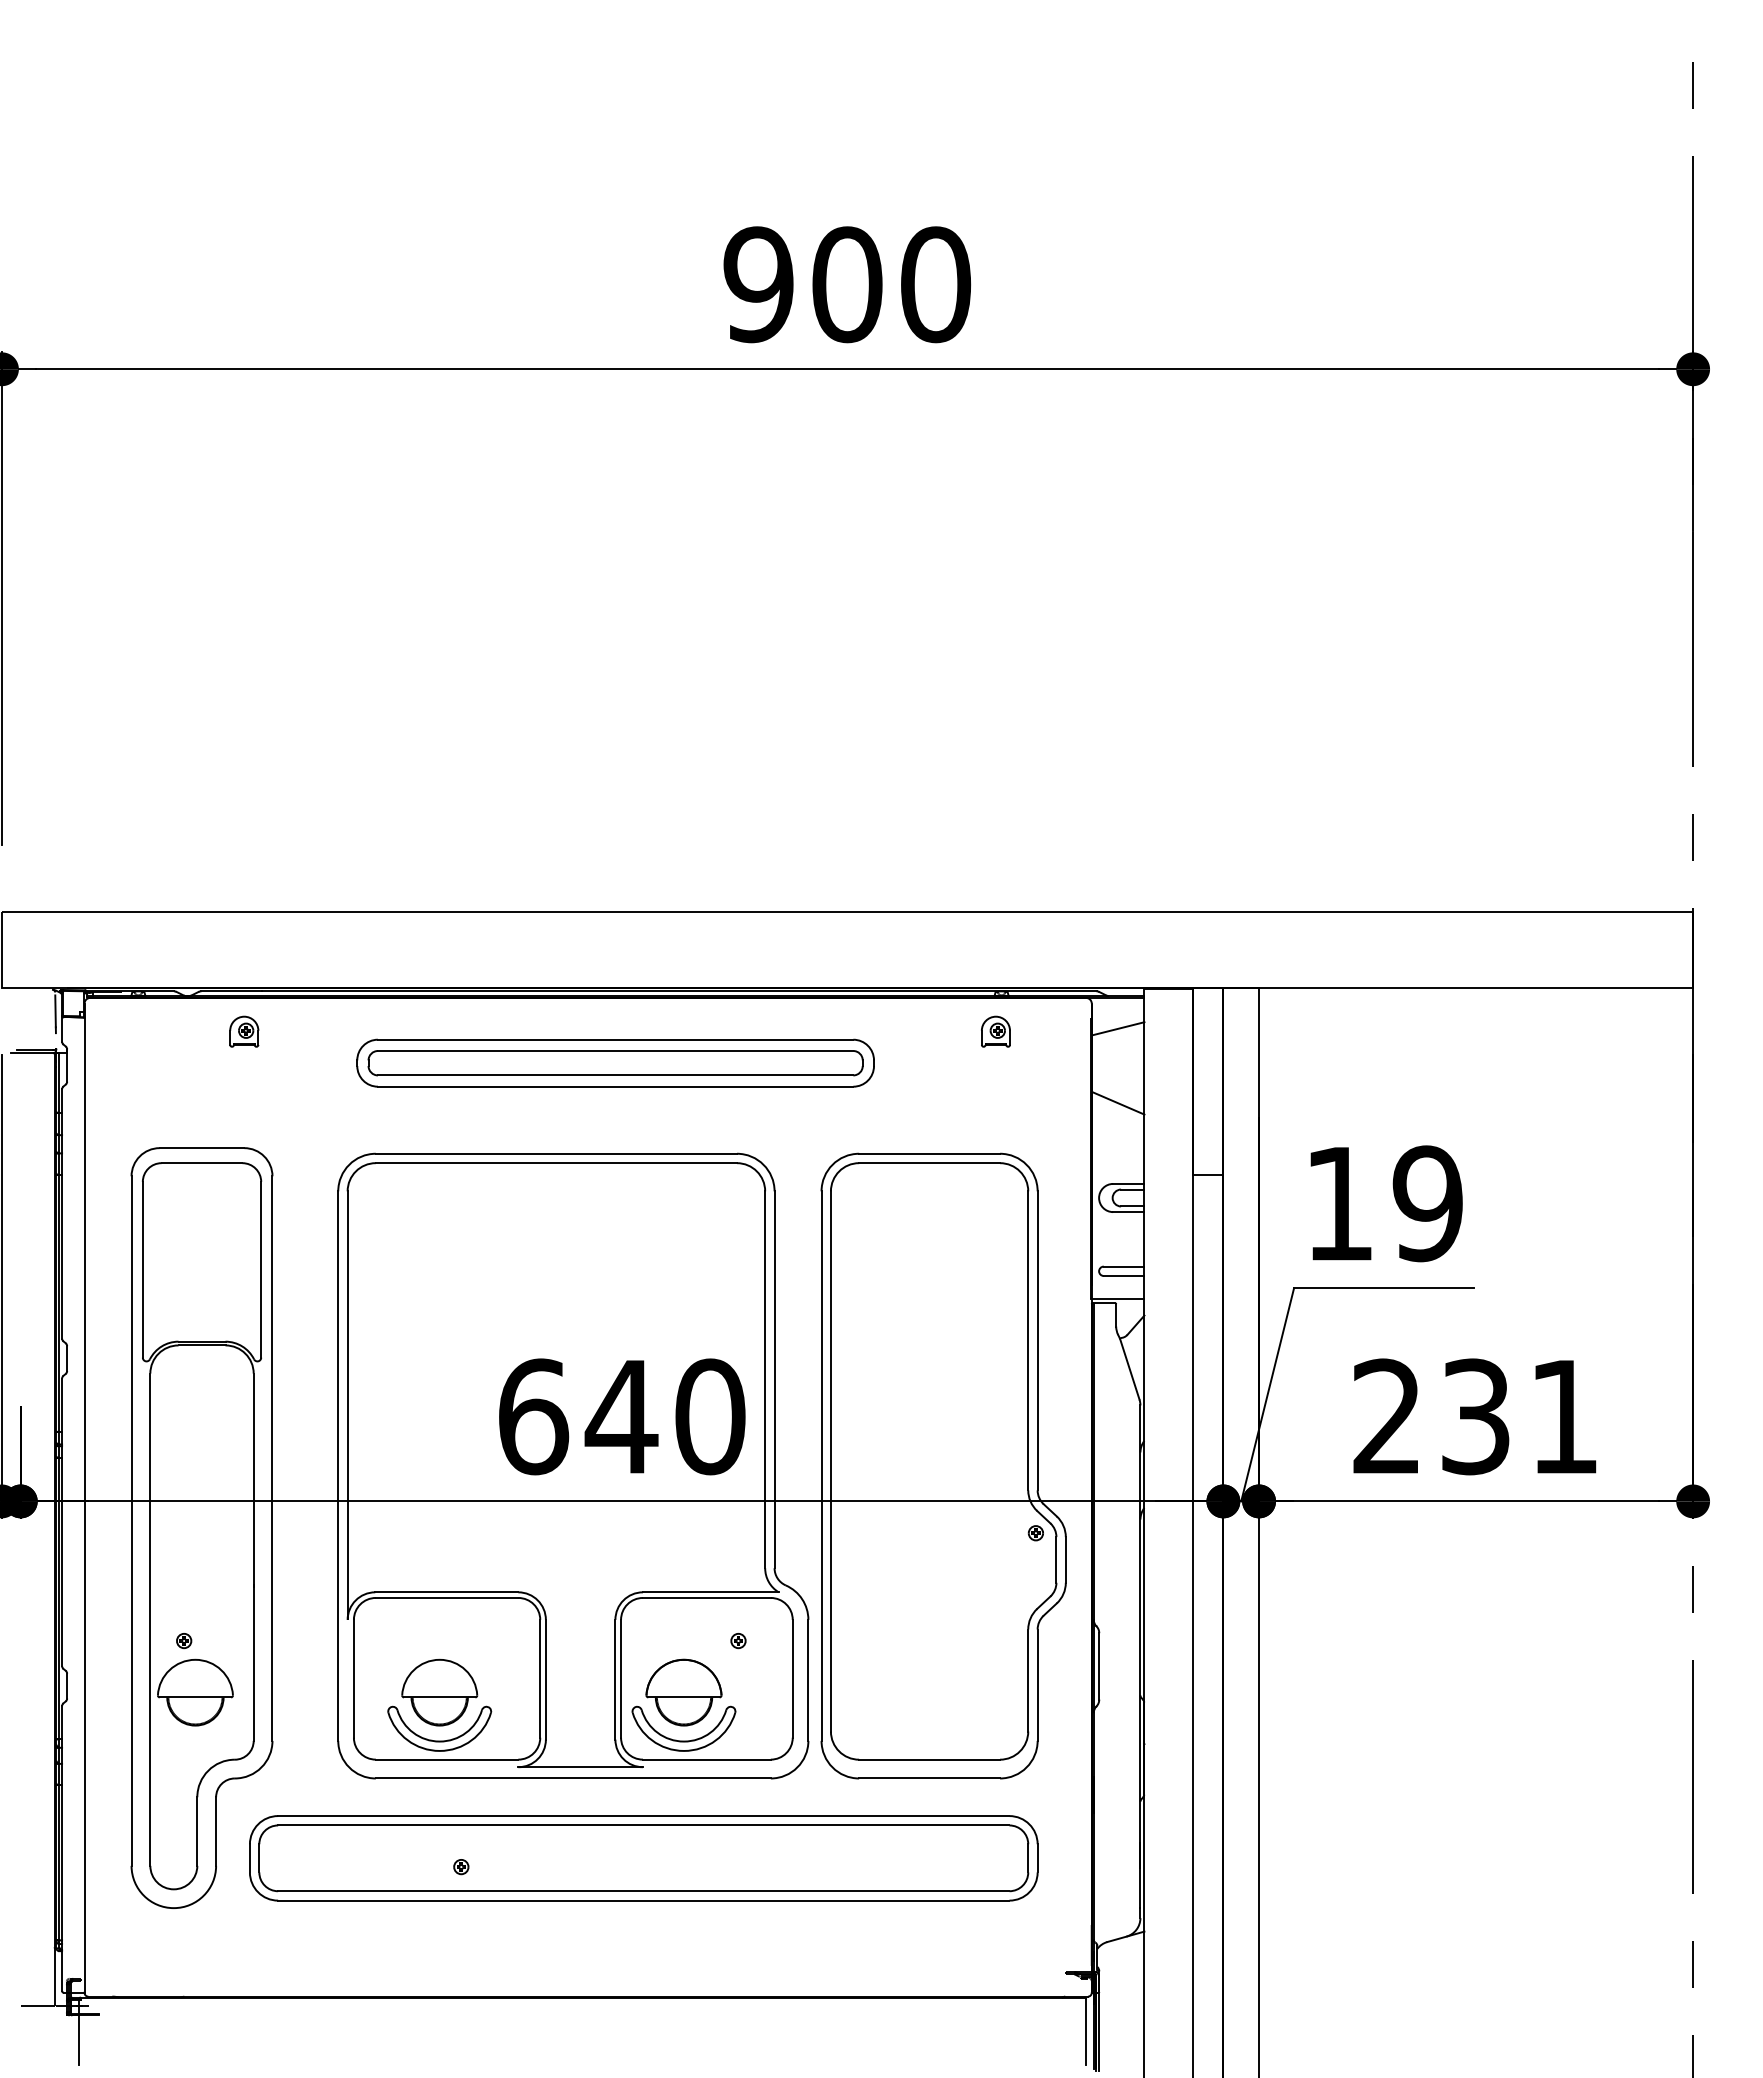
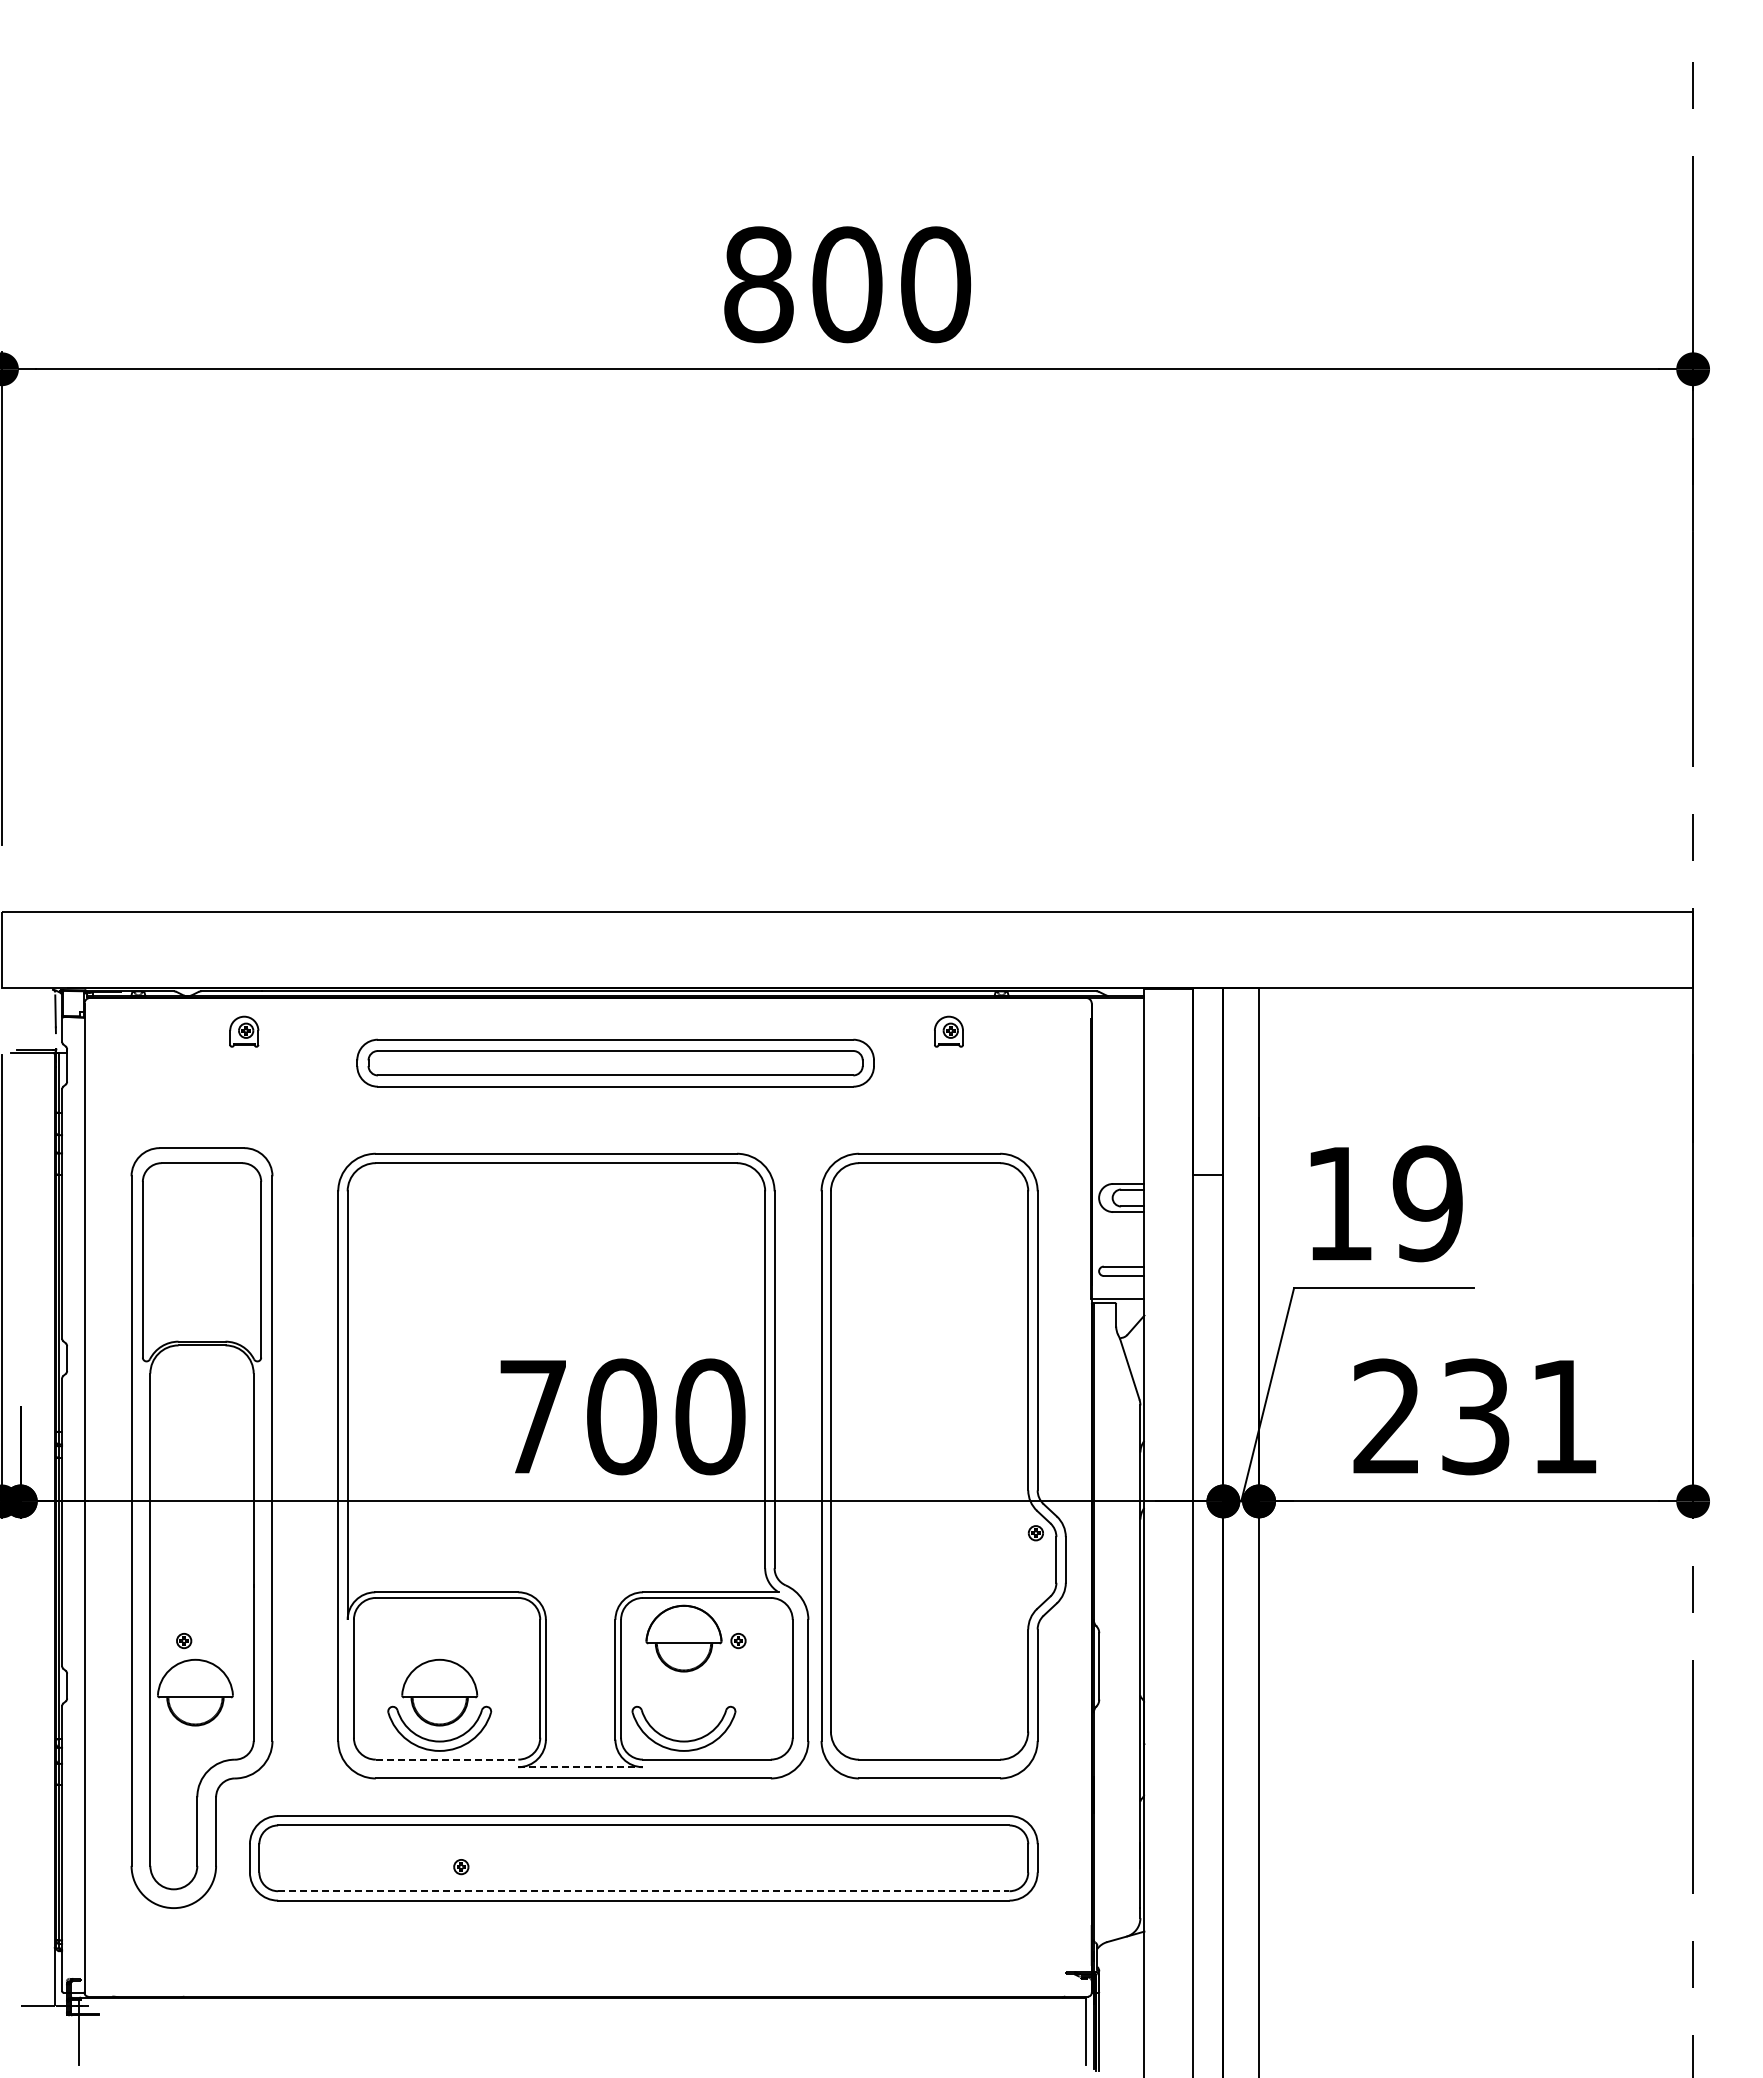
text at (758, 284): 900 -> 800
line at (1117, 1028): present -> none
part at (995, 1031) position: (995, 1031) -> (948, 1031)
line at (1117, 1102): present -> none
text at (578, 1416): 640 -> 700
part at (683, 1692) position: (683, 1692) -> (683, 1638)
line at (447, 1759): solid -> dashed
line at (581, 1767): solid -> dashed
line at (643, 1891): solid -> dashed
